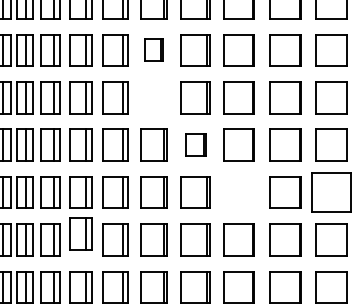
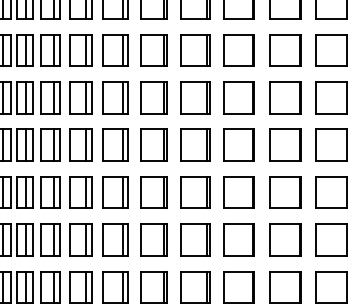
part at (153, 49) size: 20x24 px -> 28x33 px
part at (153, 97): none -> present
part at (195, 144) size: 22x24 px -> 31x34 px
part at (238, 192): none -> present
part at (331, 192) size: 41x41 px -> 33x33 px
part at (80, 233) position: (80, 233) -> (80, 239)
